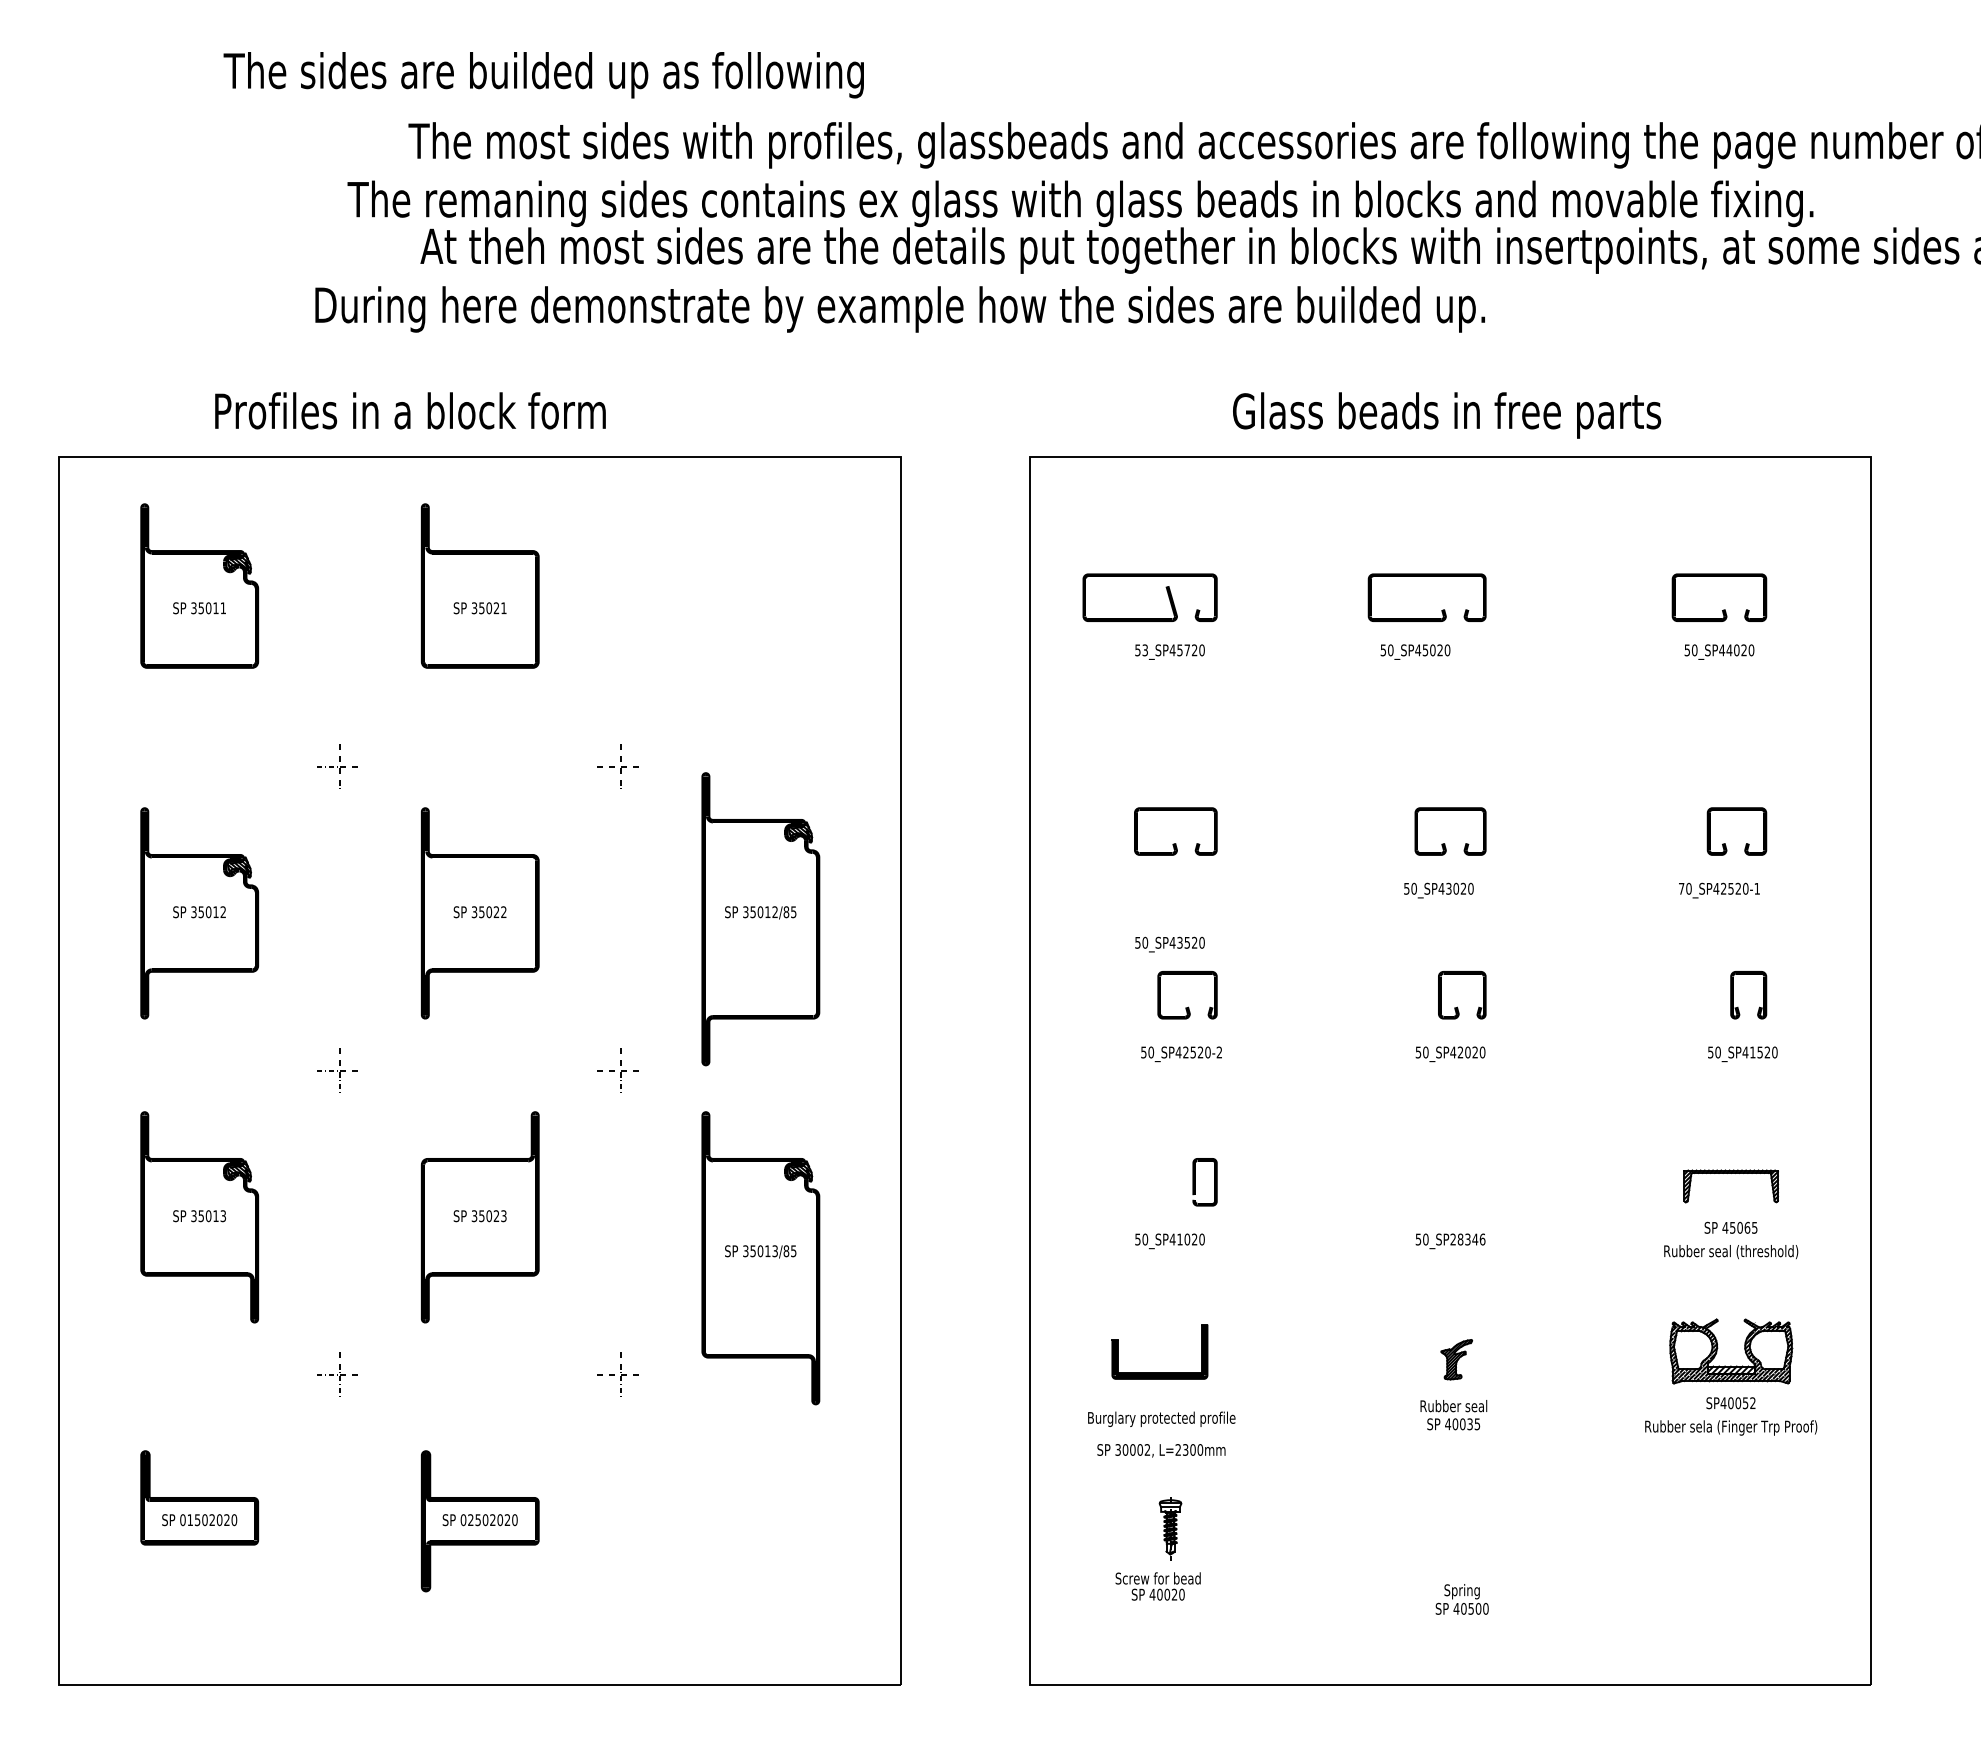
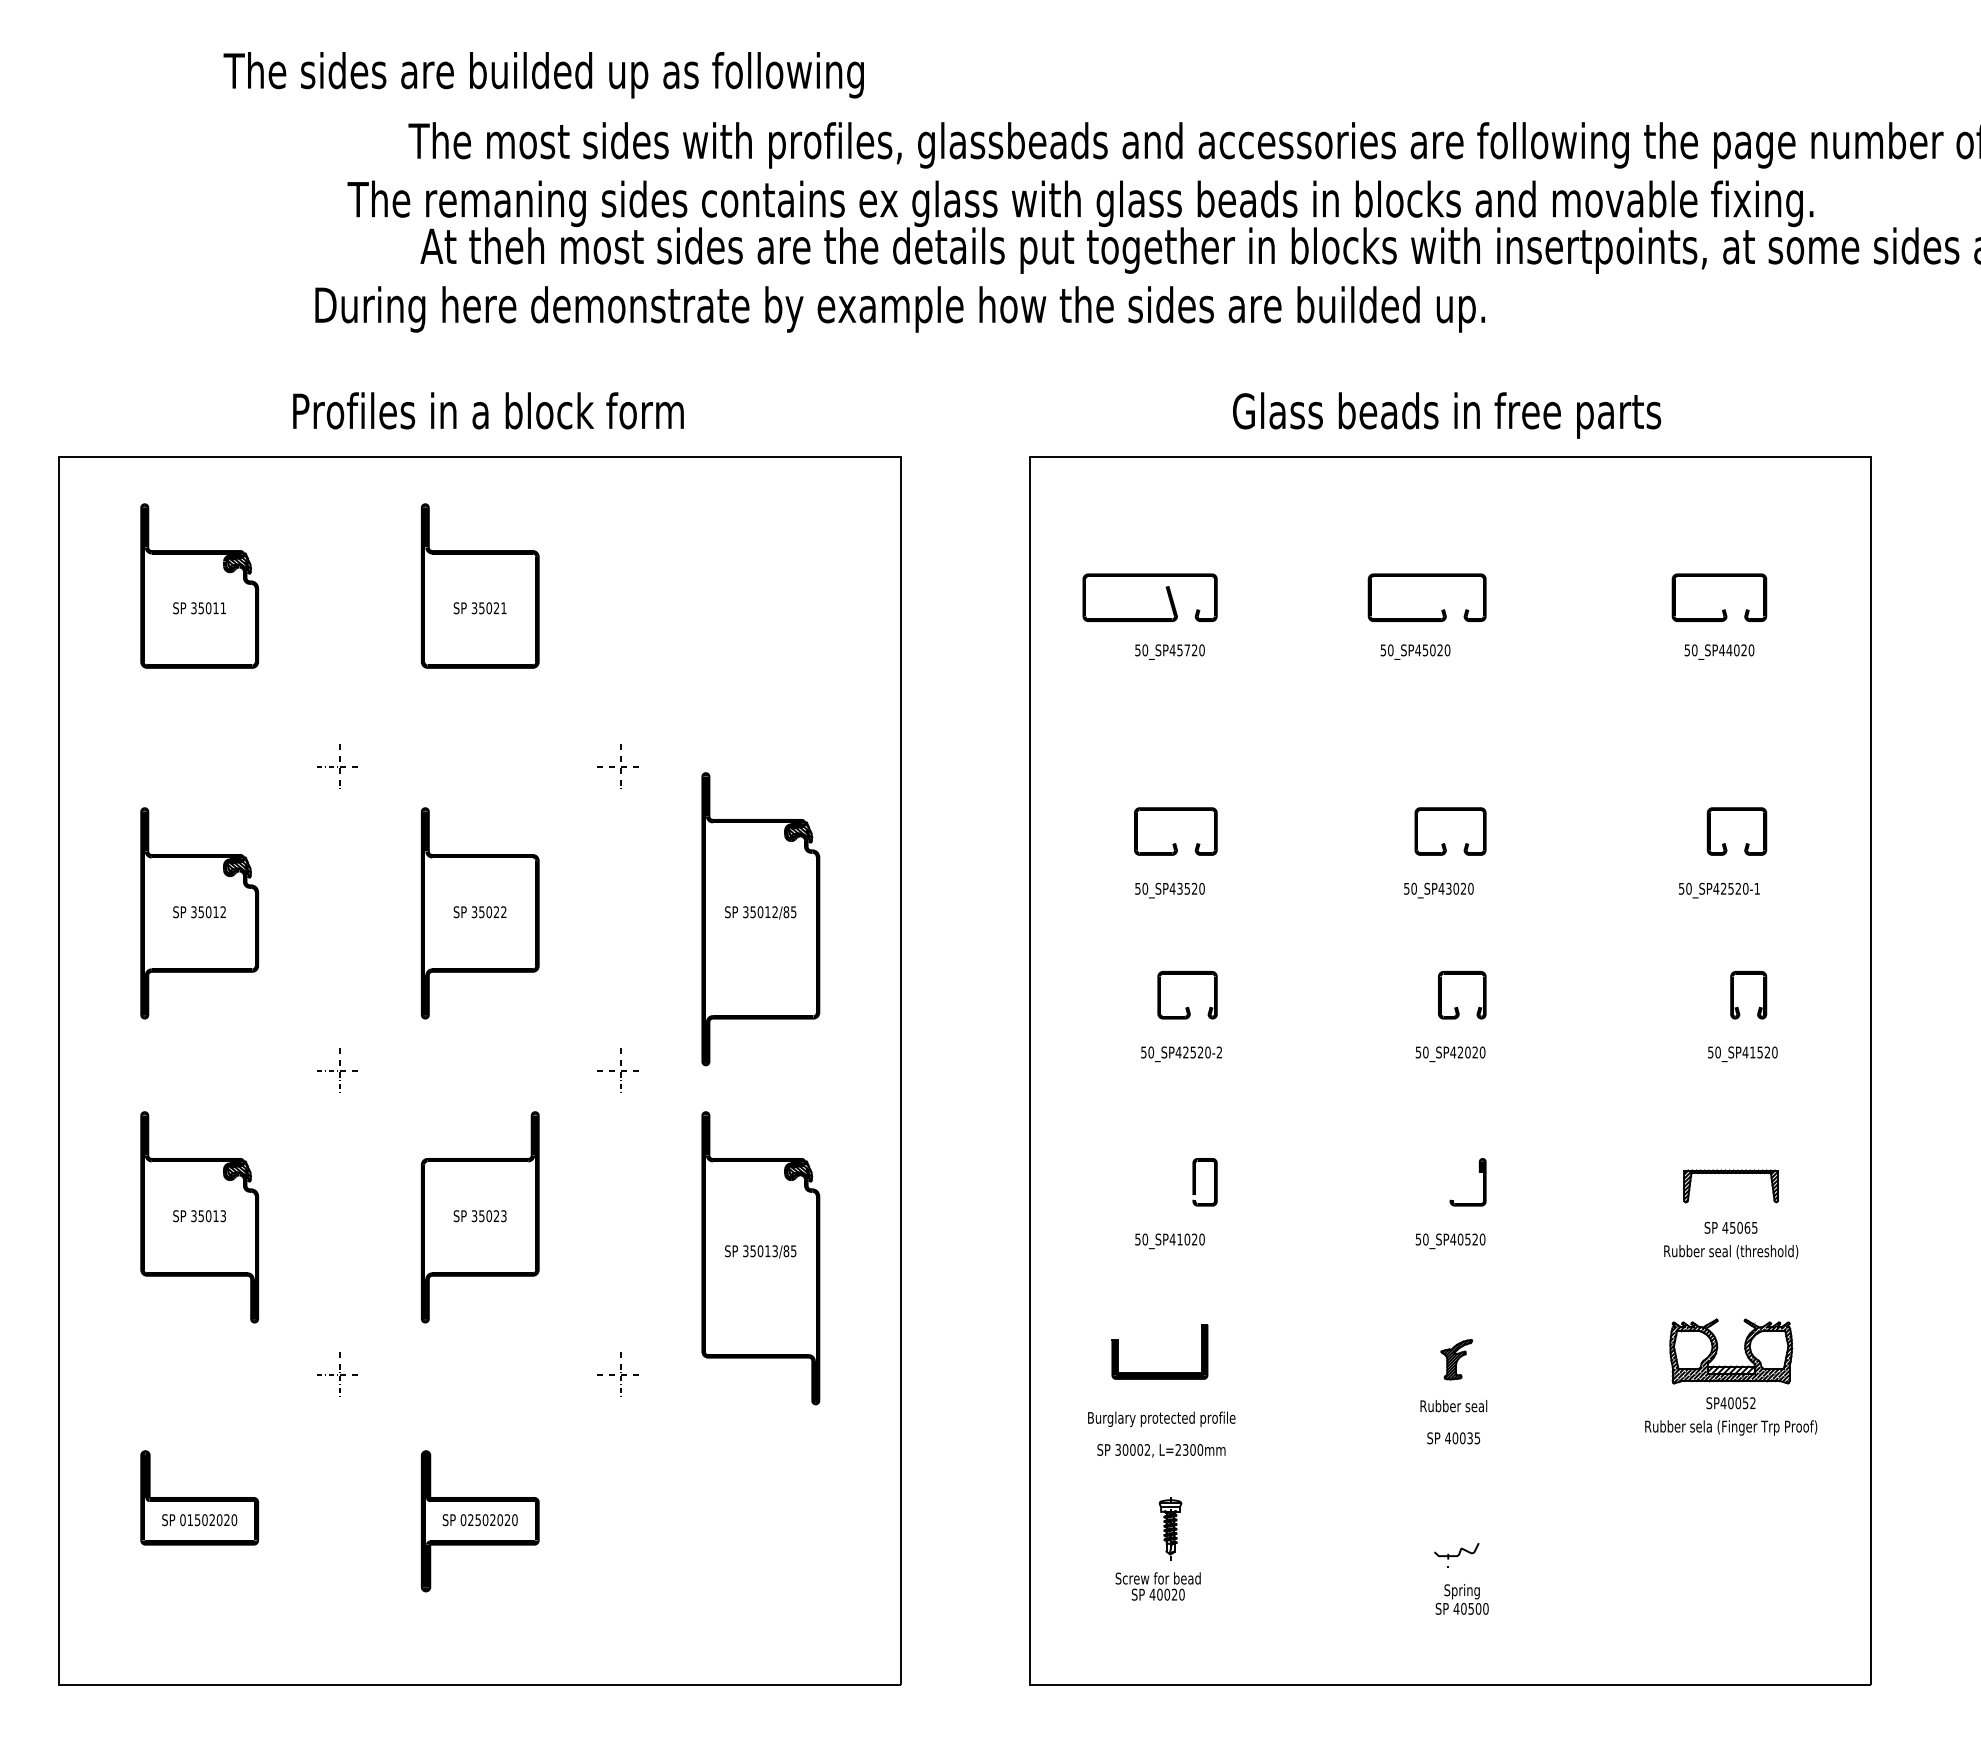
text at (410, 410) position: (410, 410) -> (488, 410)
text at (1145, 650): 53_SP45720 -> 50_SP45720
text at (1681, 888): 70_SP42520-1 -> 50_SP42520-1
text at (1169, 944) position: (1169, 944) -> (1169, 890)
part at (1478, 1172): none -> present
text at (1467, 1239): 50_SP28346 -> 50_SP40520
text at (1453, 1424) position: (1453, 1424) -> (1453, 1438)
part at (1456, 1555): none -> present
